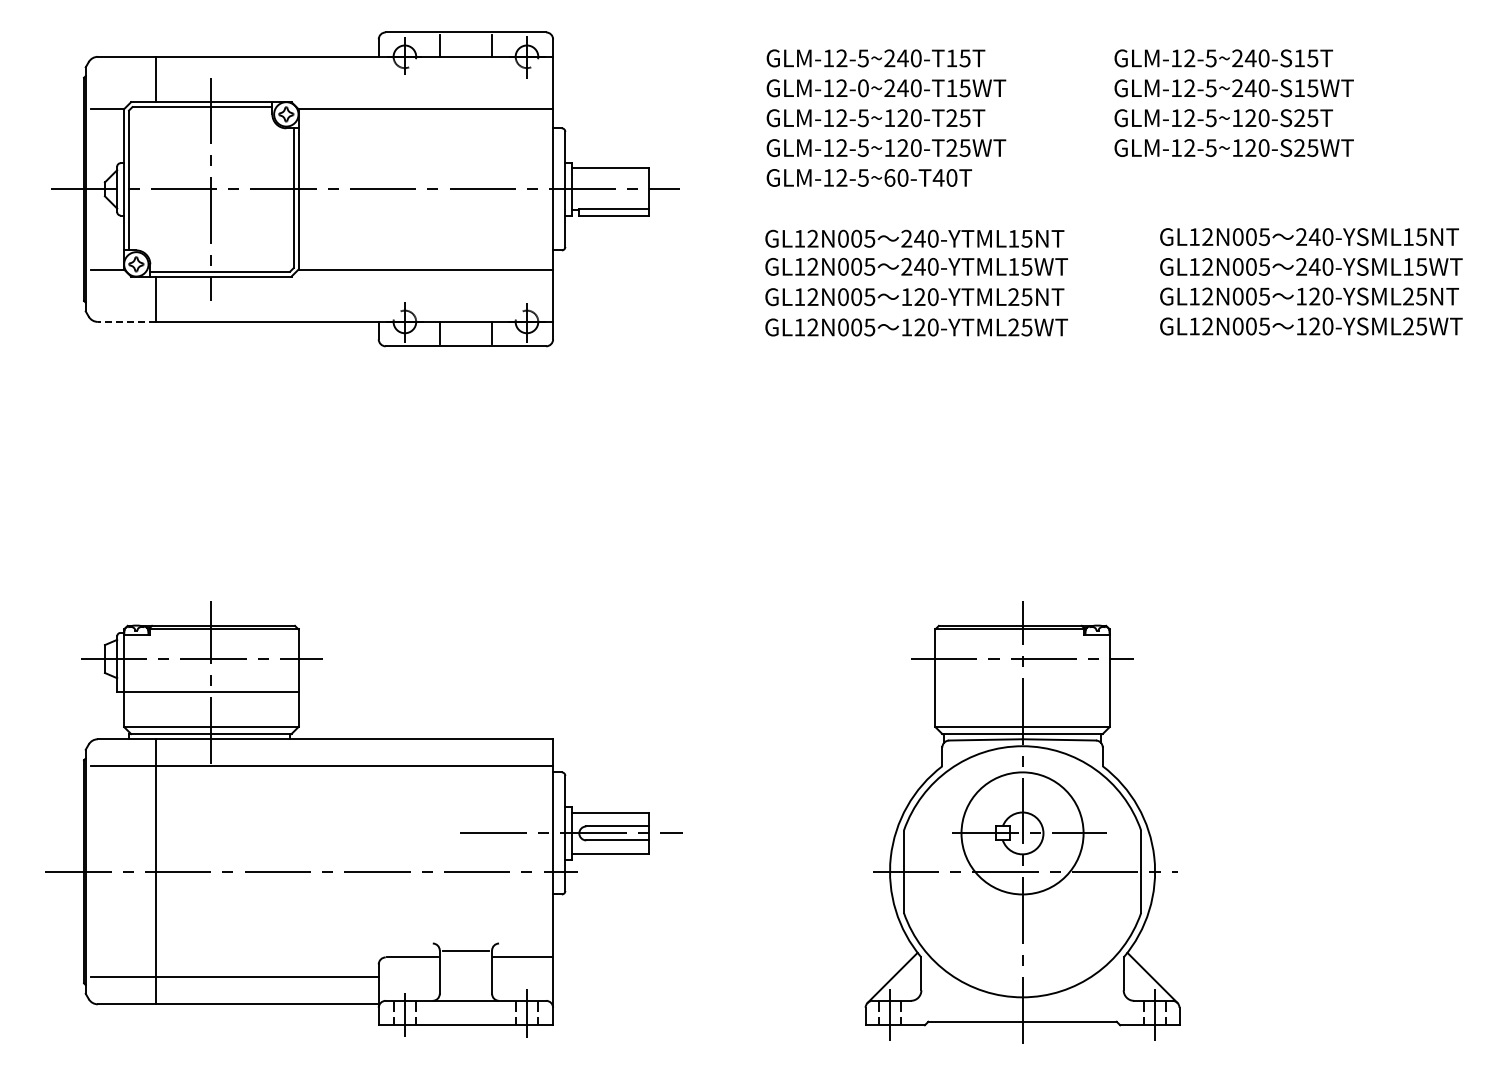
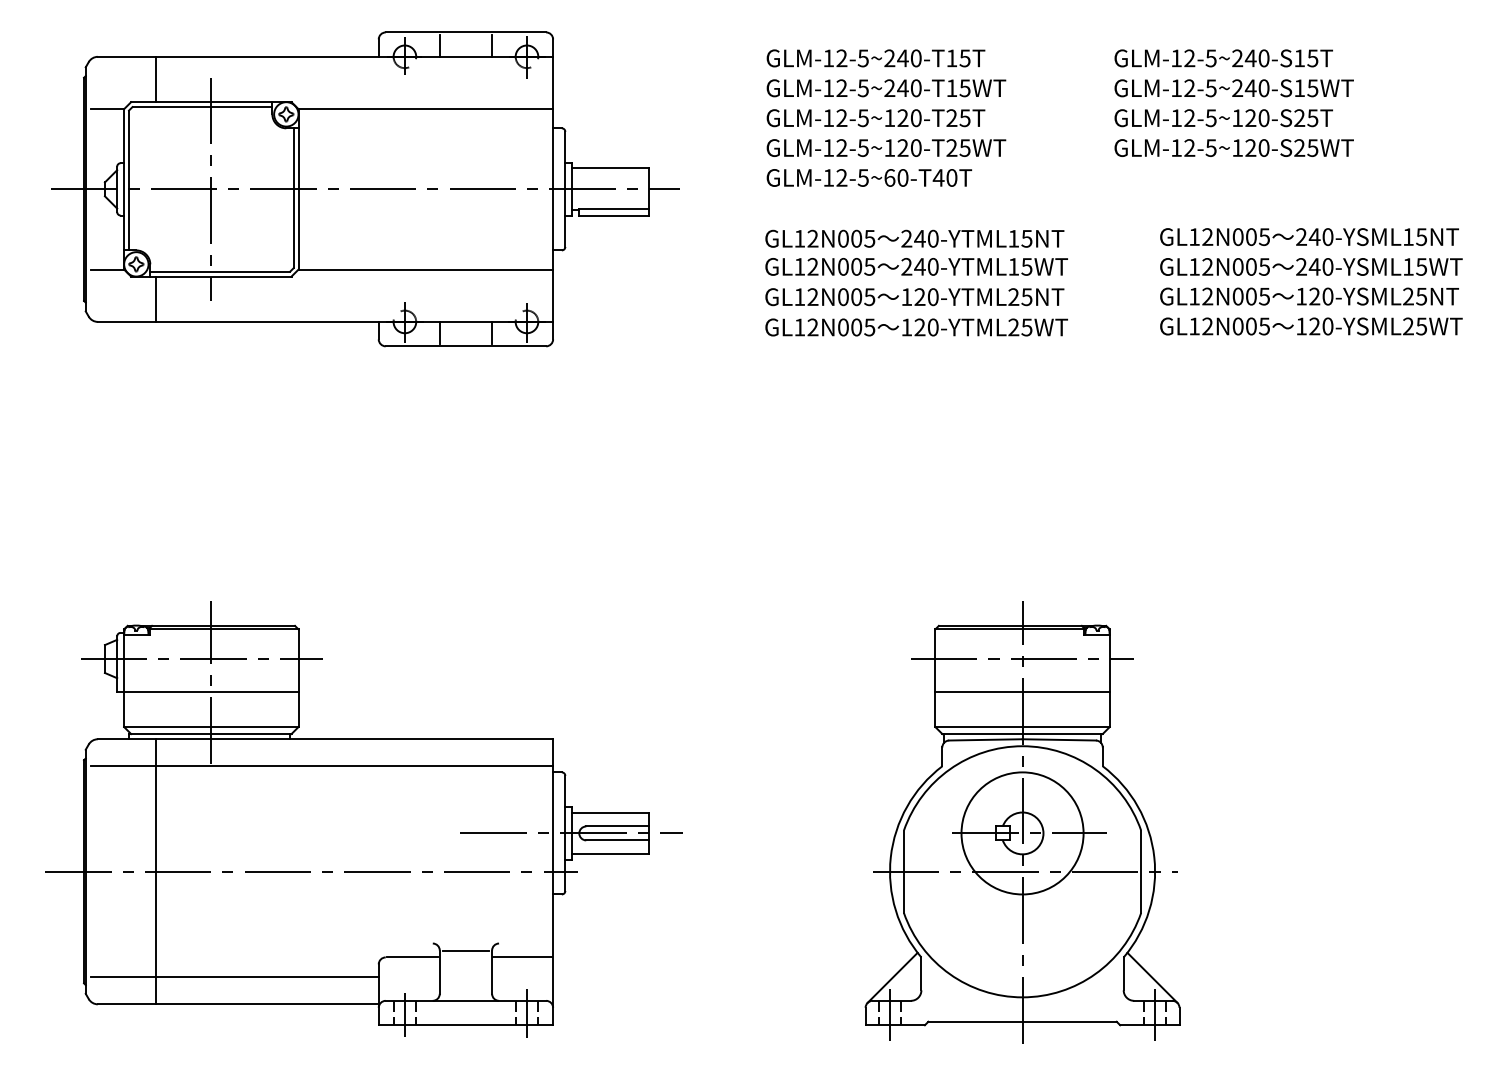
text at (862, 88): GLM-12-0~240-T15WT -> GLM-12-5~240-T15WT
line at (126, 321): dashed -> solid
line at (1022, 692): none -> present
